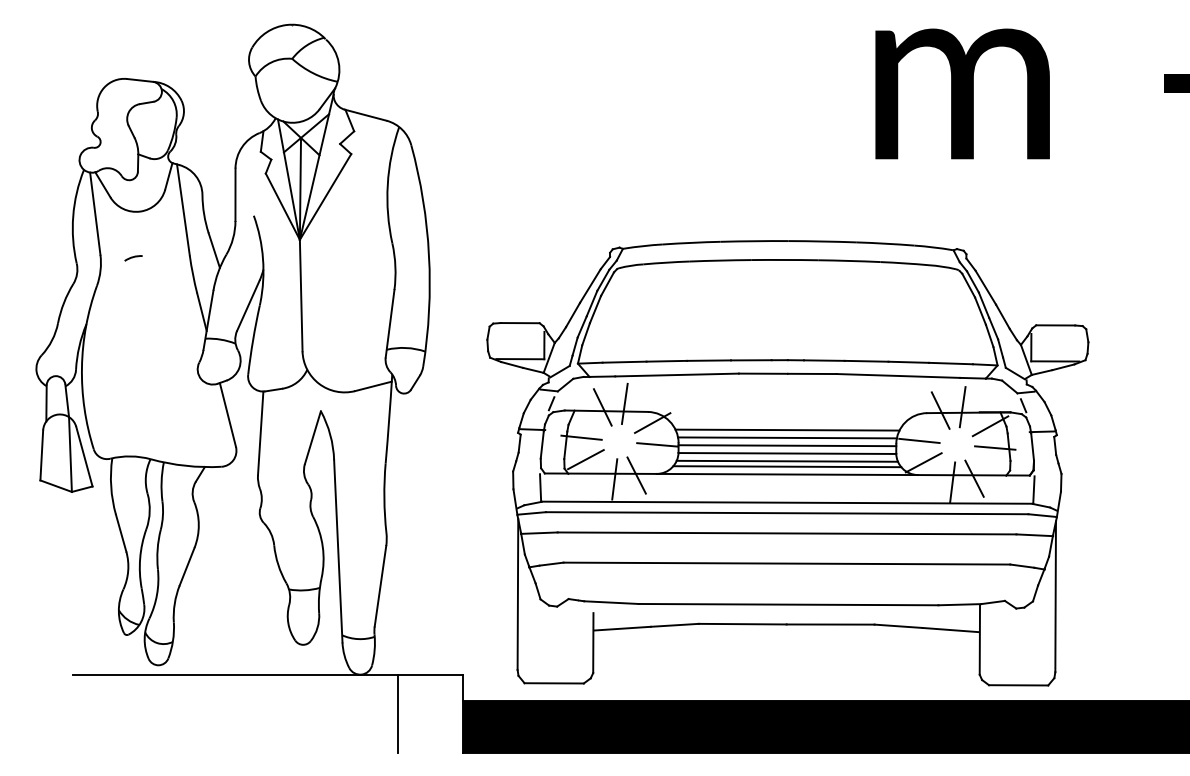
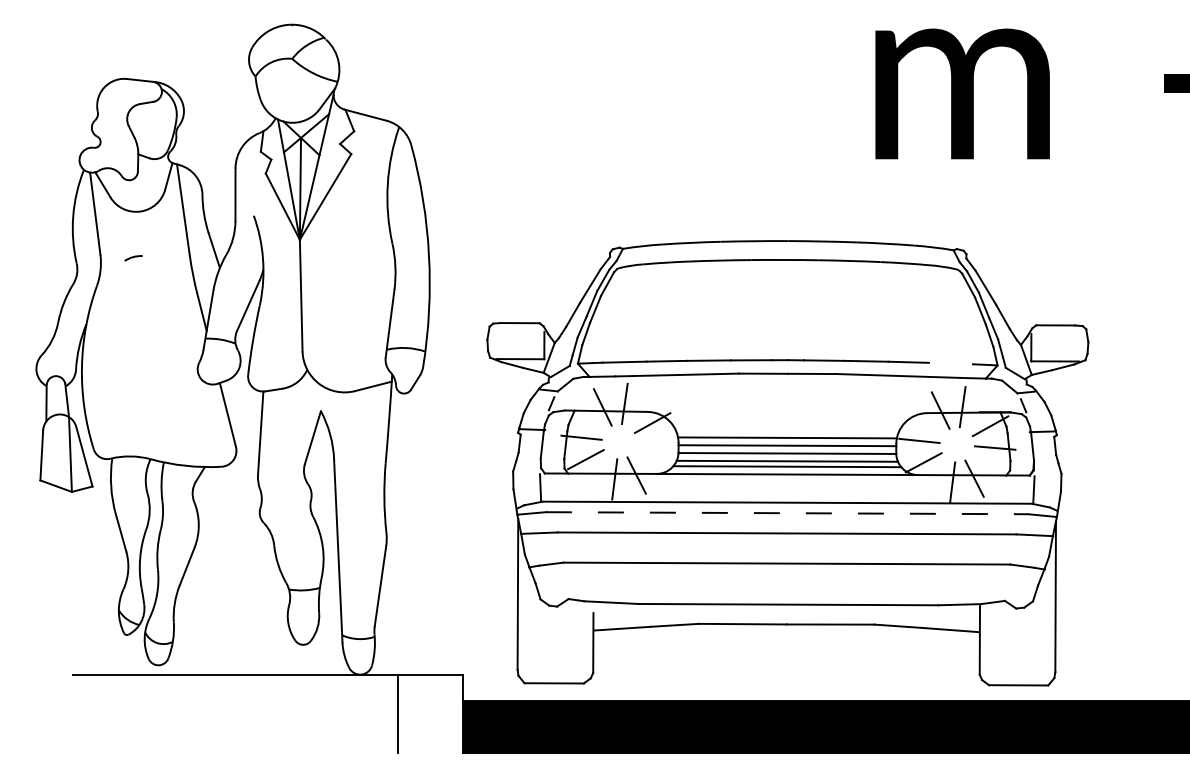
line at (950, 363): present -> none
line at (787, 429): present -> none
line at (657, 444): present -> none
line at (787, 513): solid -> dashed
